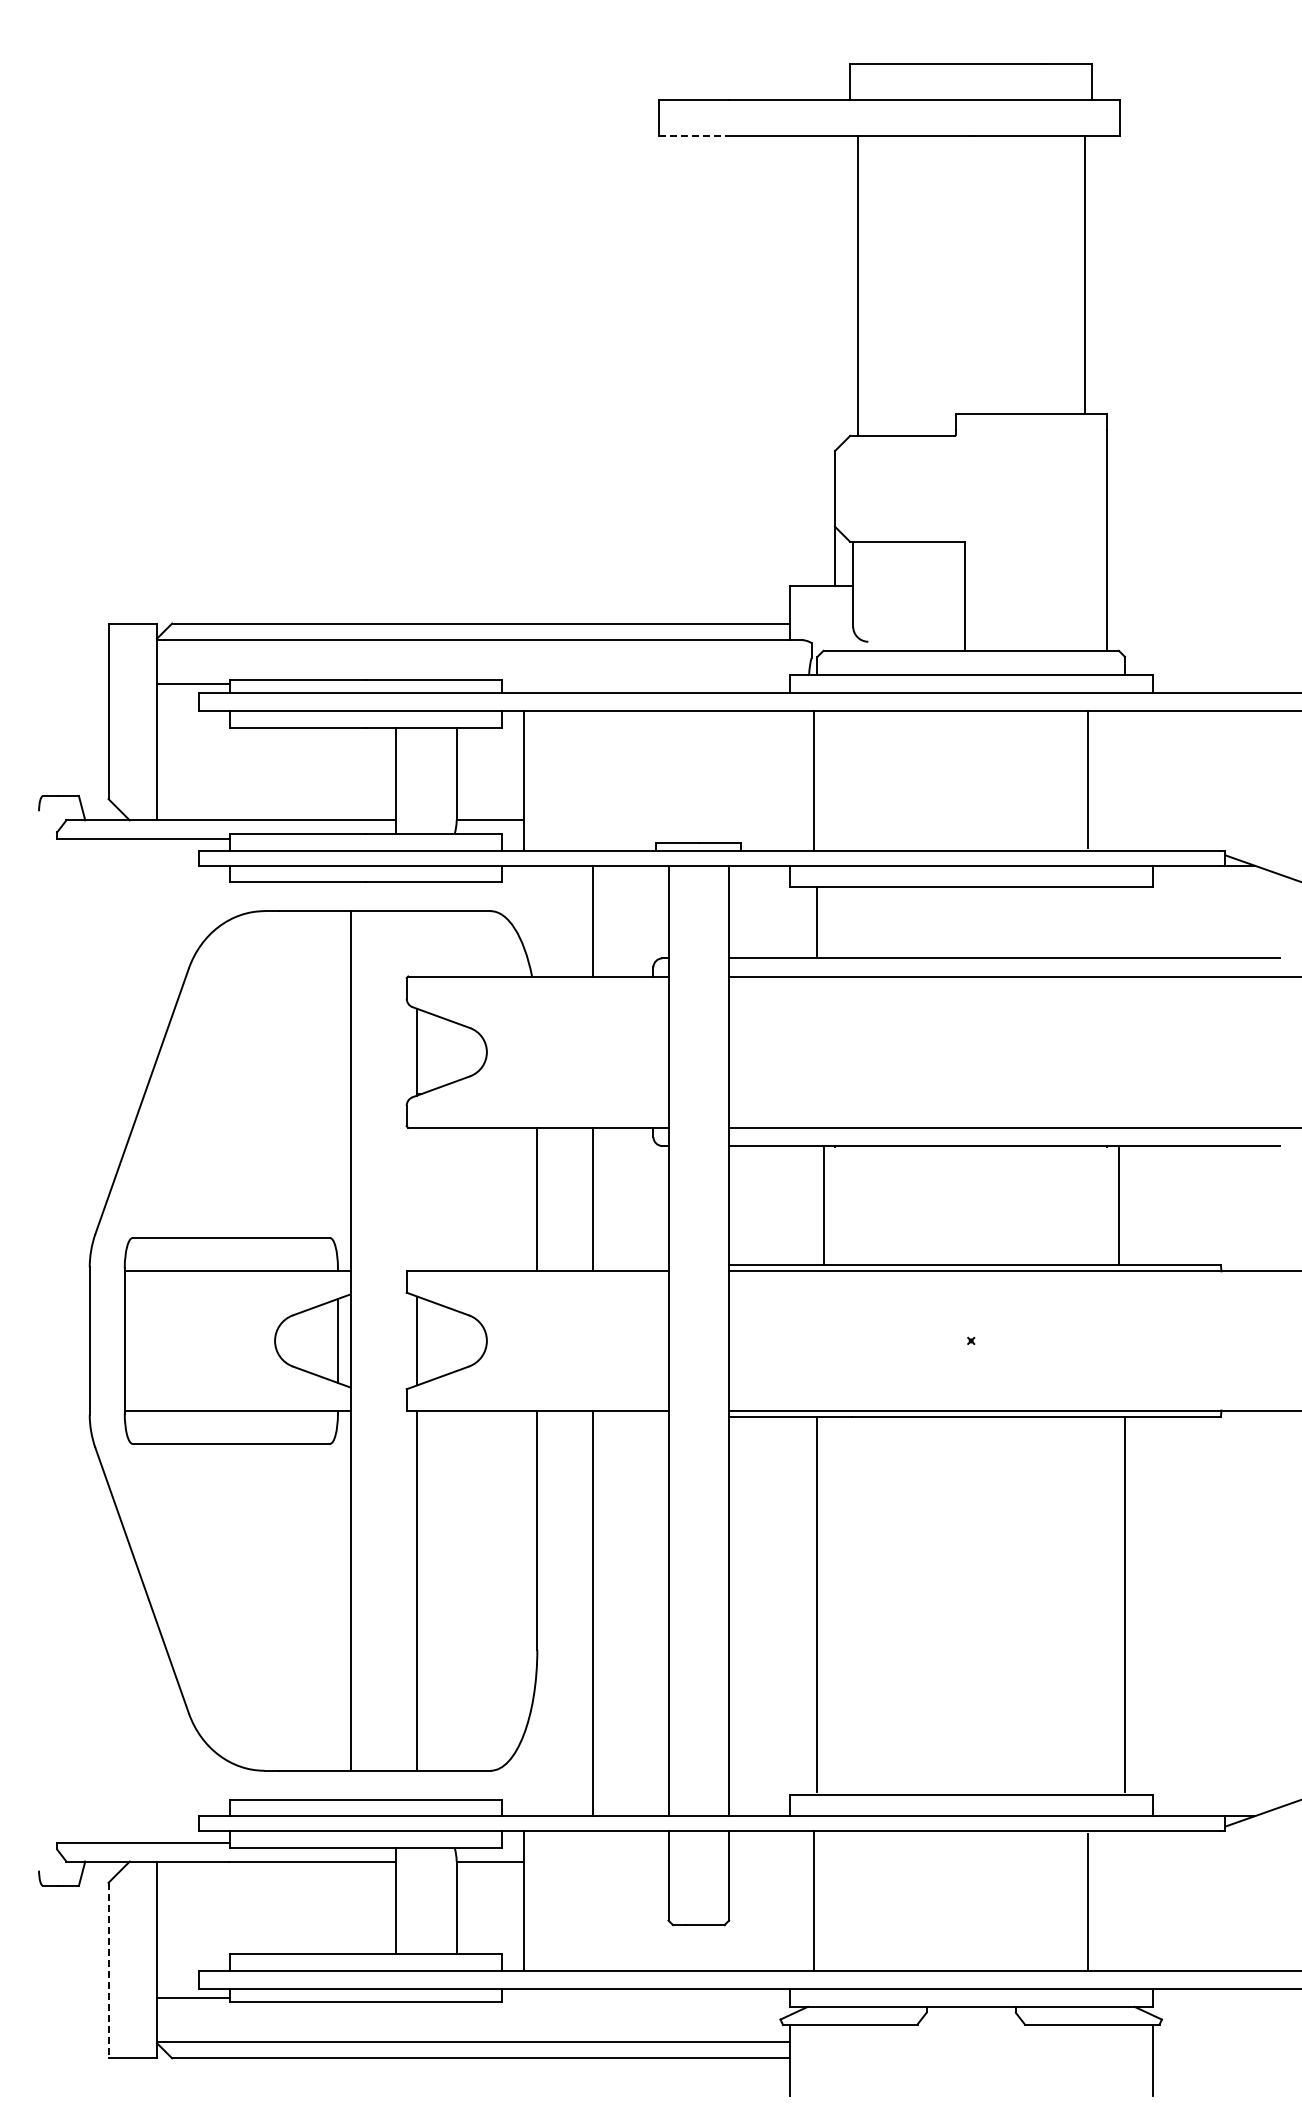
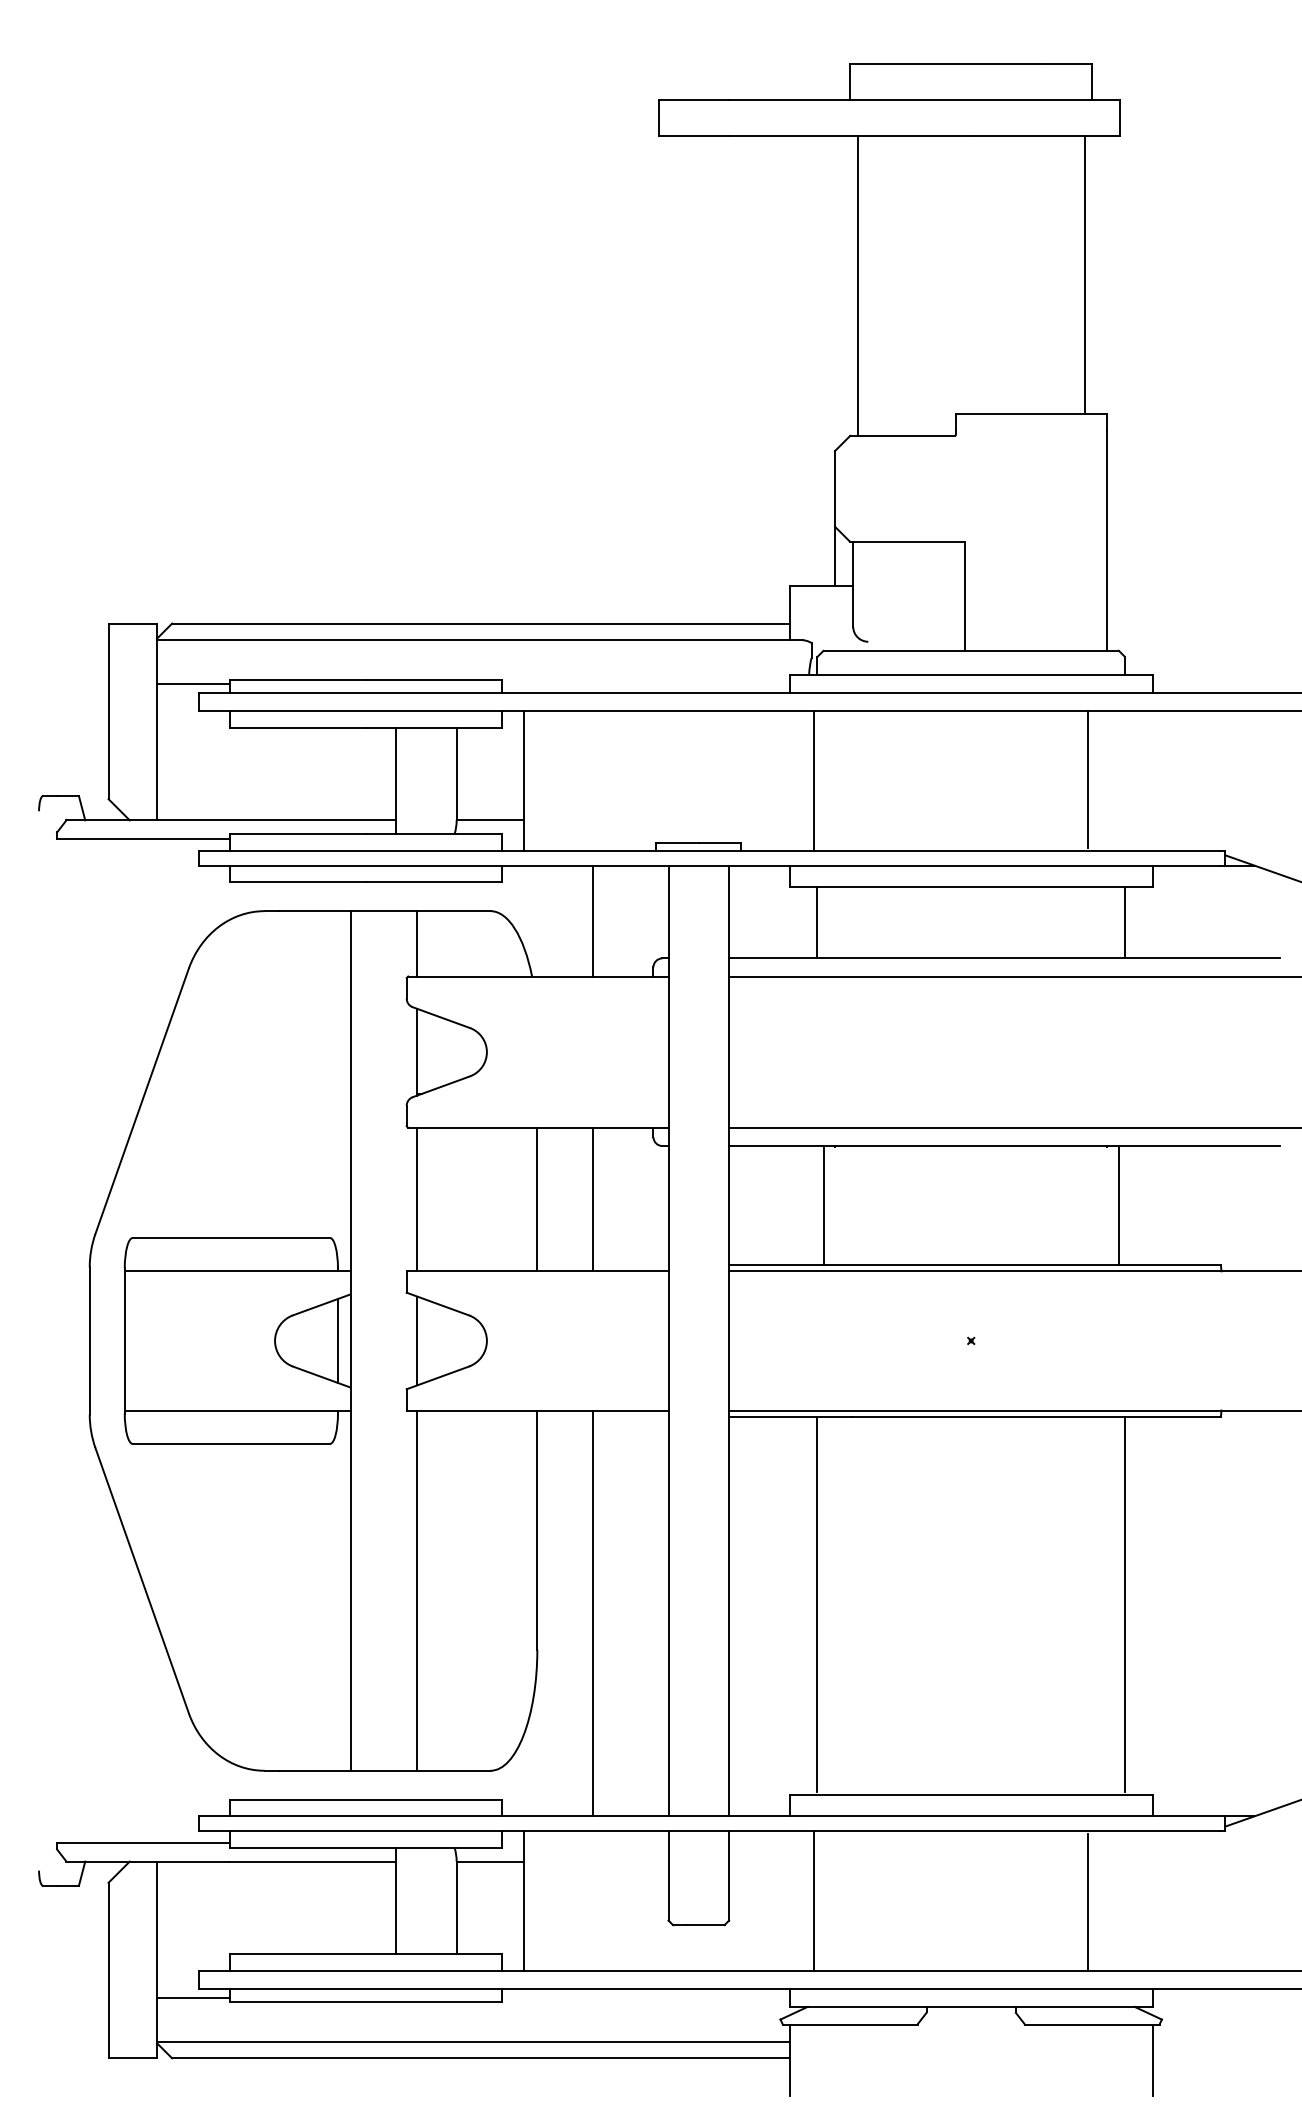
line at (694, 136): dashed -> solid
line at (1124, 921): none -> present
line at (417, 943): none -> present
line at (417, 1199): none -> present
line at (108, 1970): dashed -> solid
